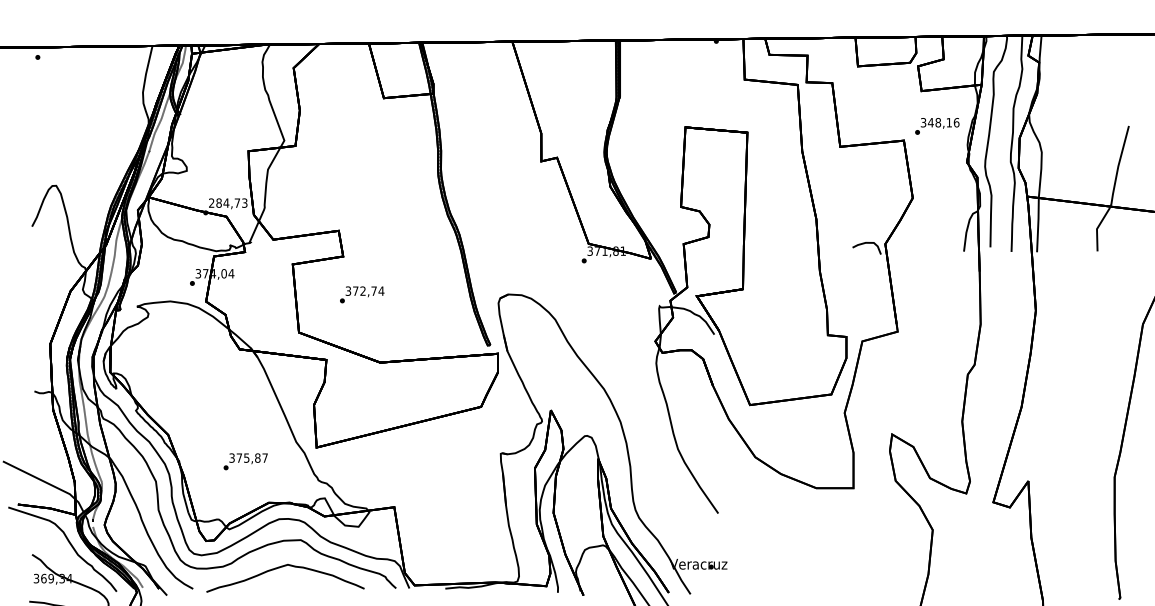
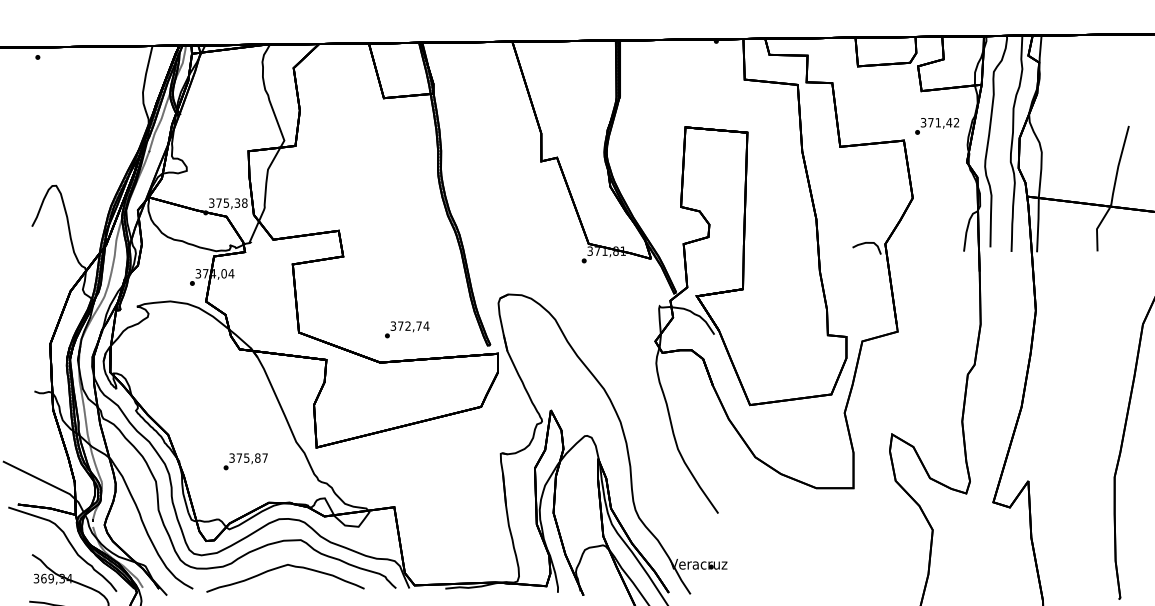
text at (943, 122): 348,16 -> 371,42
text at (228, 202): 284,73 -> 375,38
text at (362, 294) position: (362, 294) -> (407, 329)
